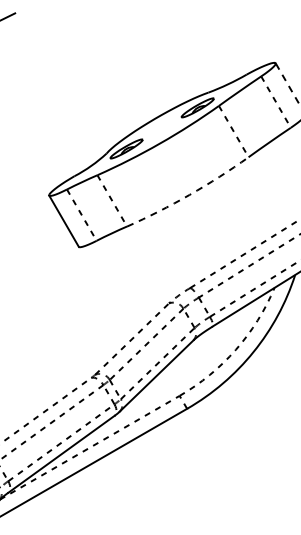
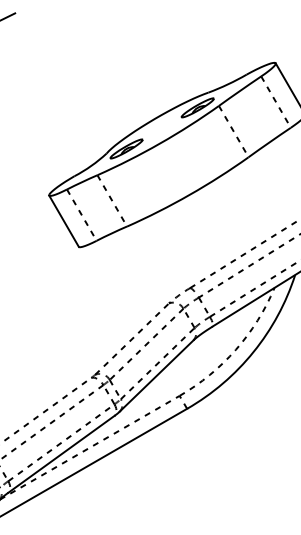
line at (288, 84): dashed -> solid
arc at (189, 194): dashed -> solid
